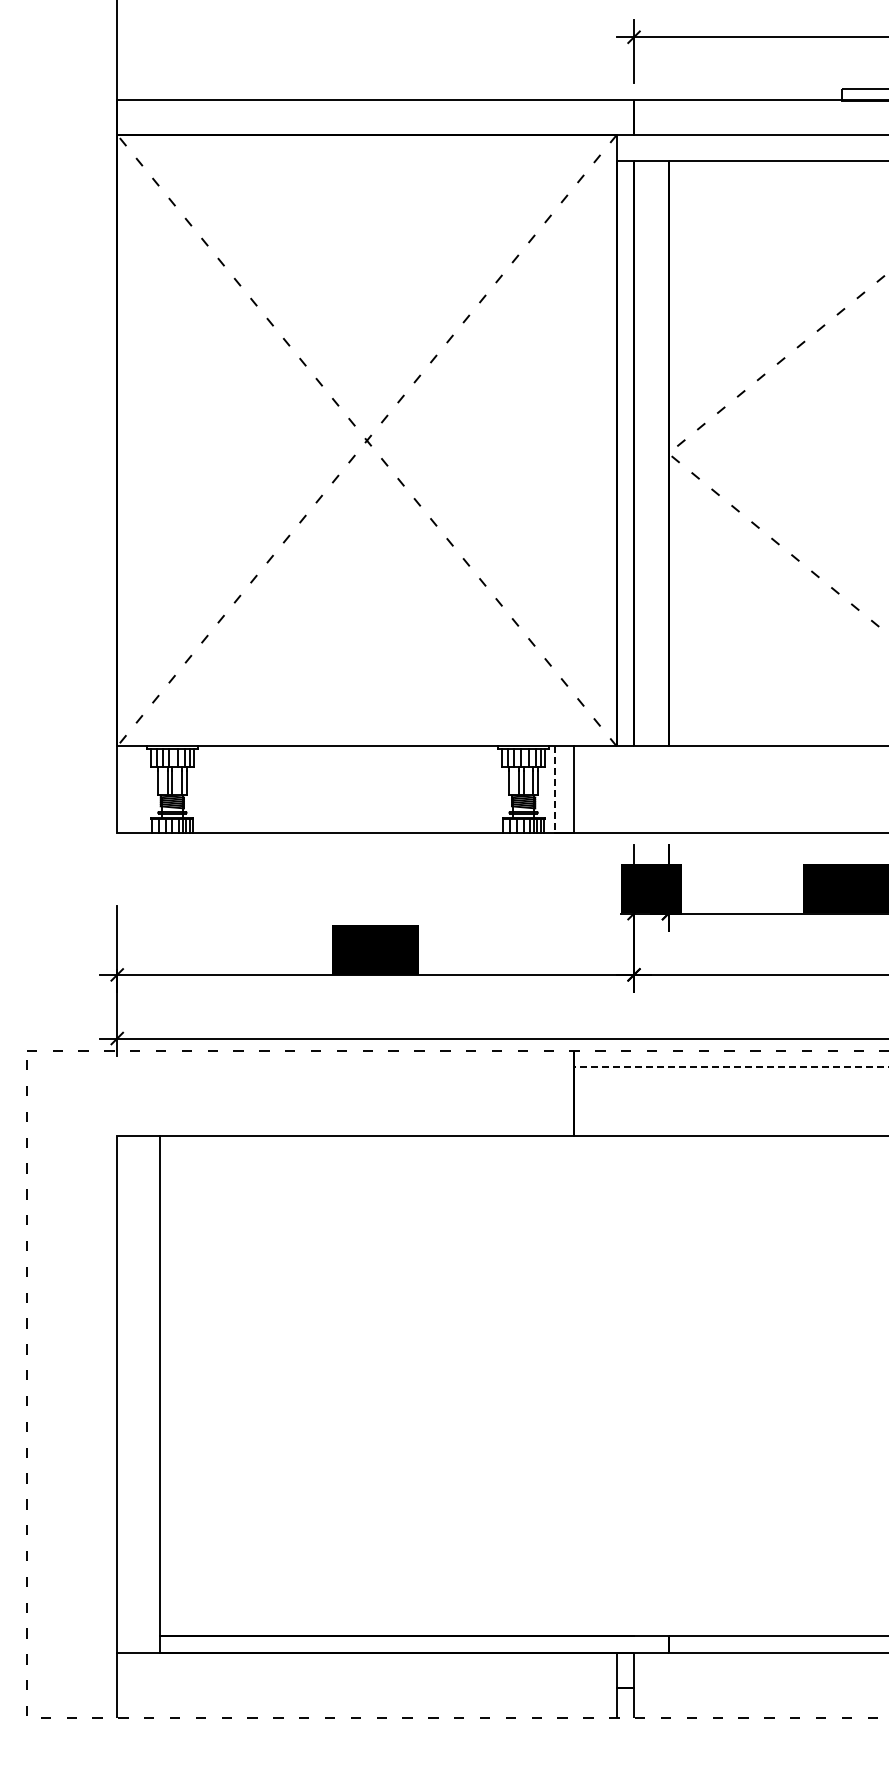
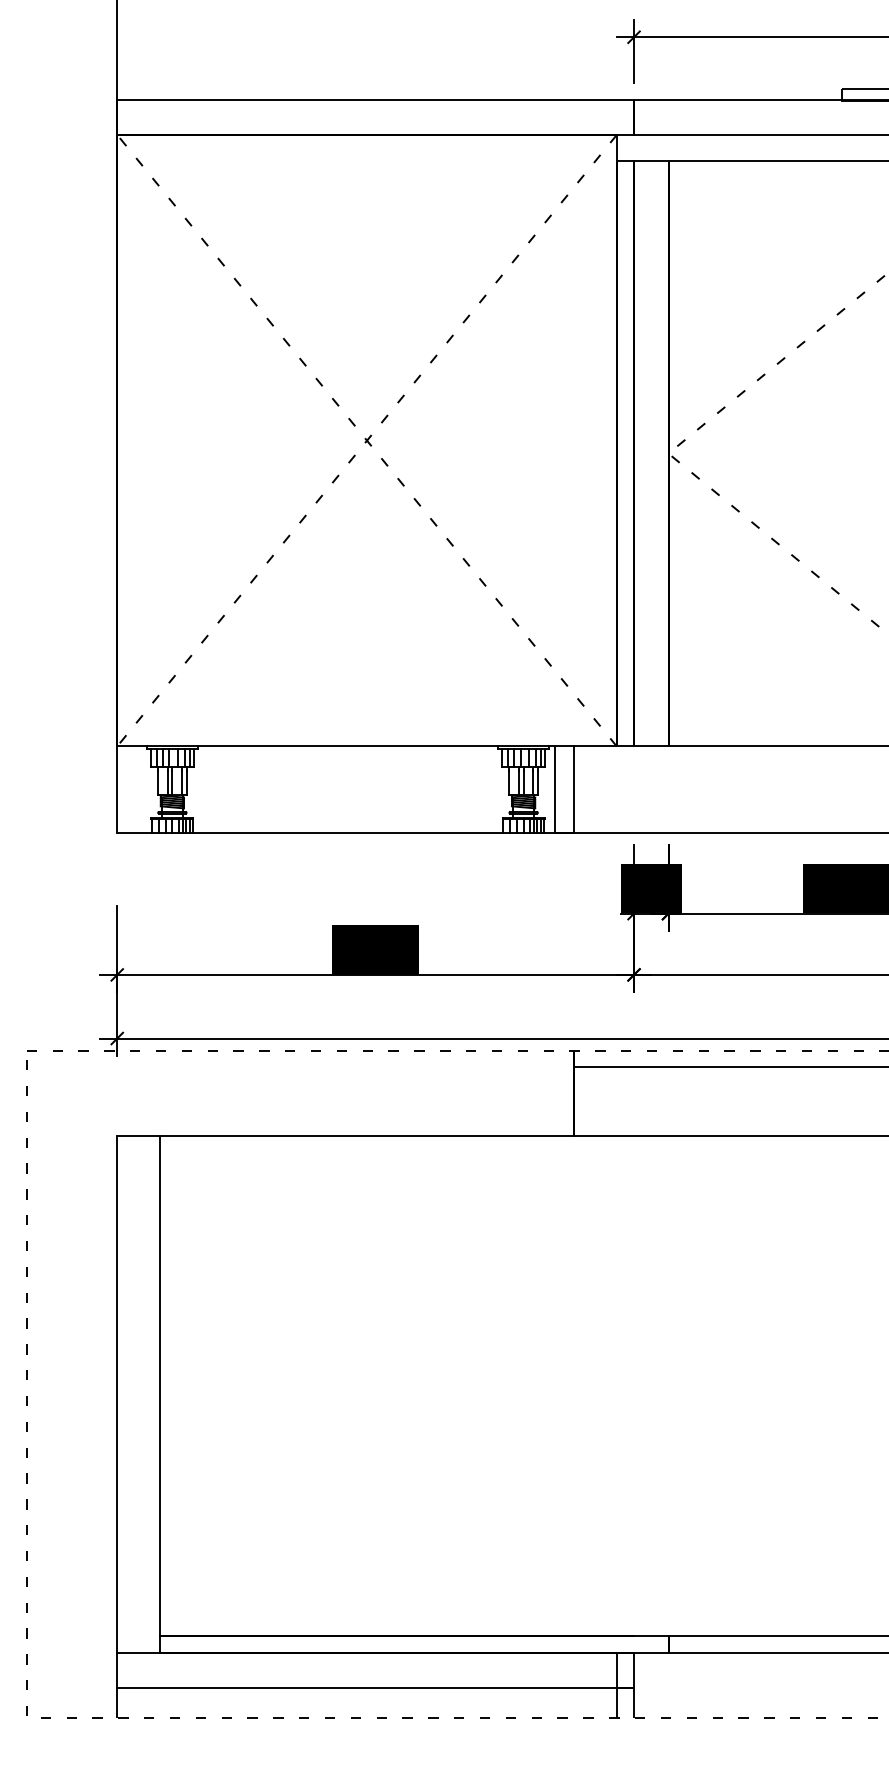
line at (554, 790): dashed -> solid
line at (721, 1067): dashed -> solid
line at (366, 1687): none -> present
